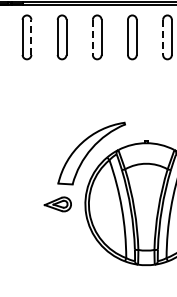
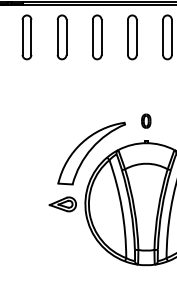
line at (31, 37): dashed -> solid
line at (92, 37): dashed -> solid
line at (163, 37): dashed -> solid
part at (146, 120): none -> present
part at (57, 204) position: (57, 204) -> (62, 204)
